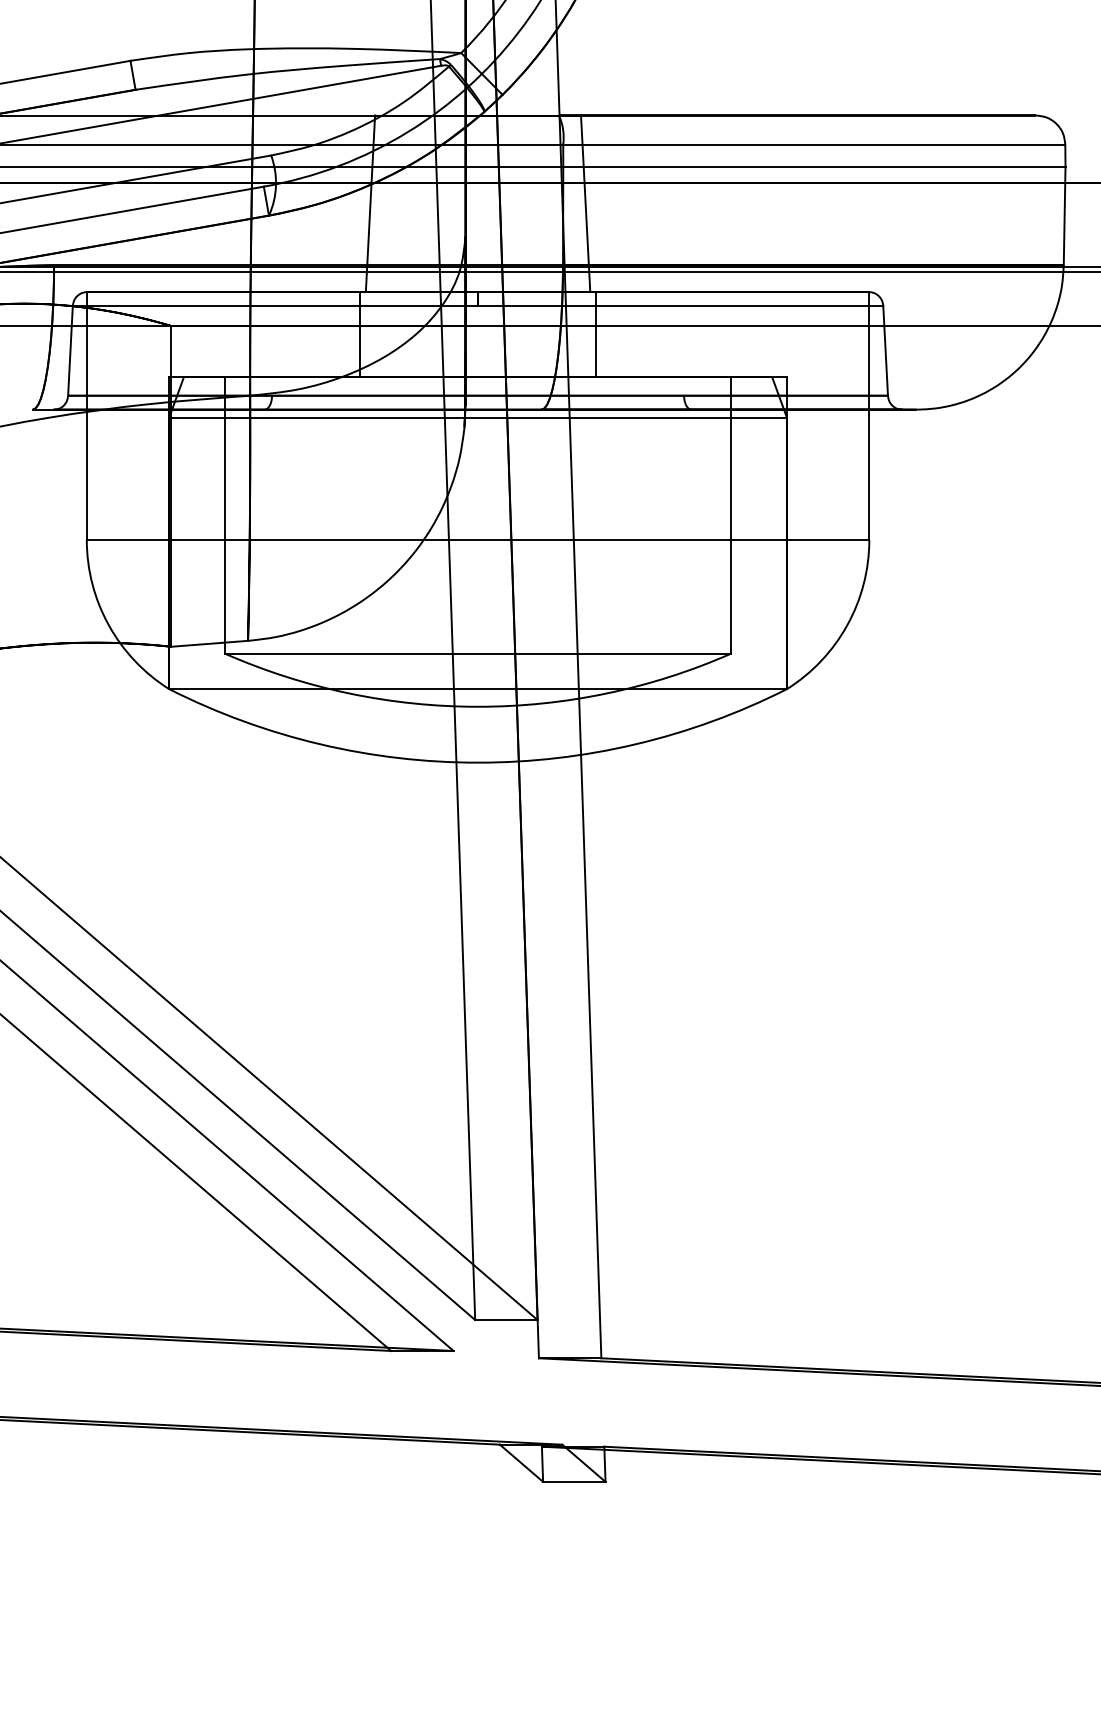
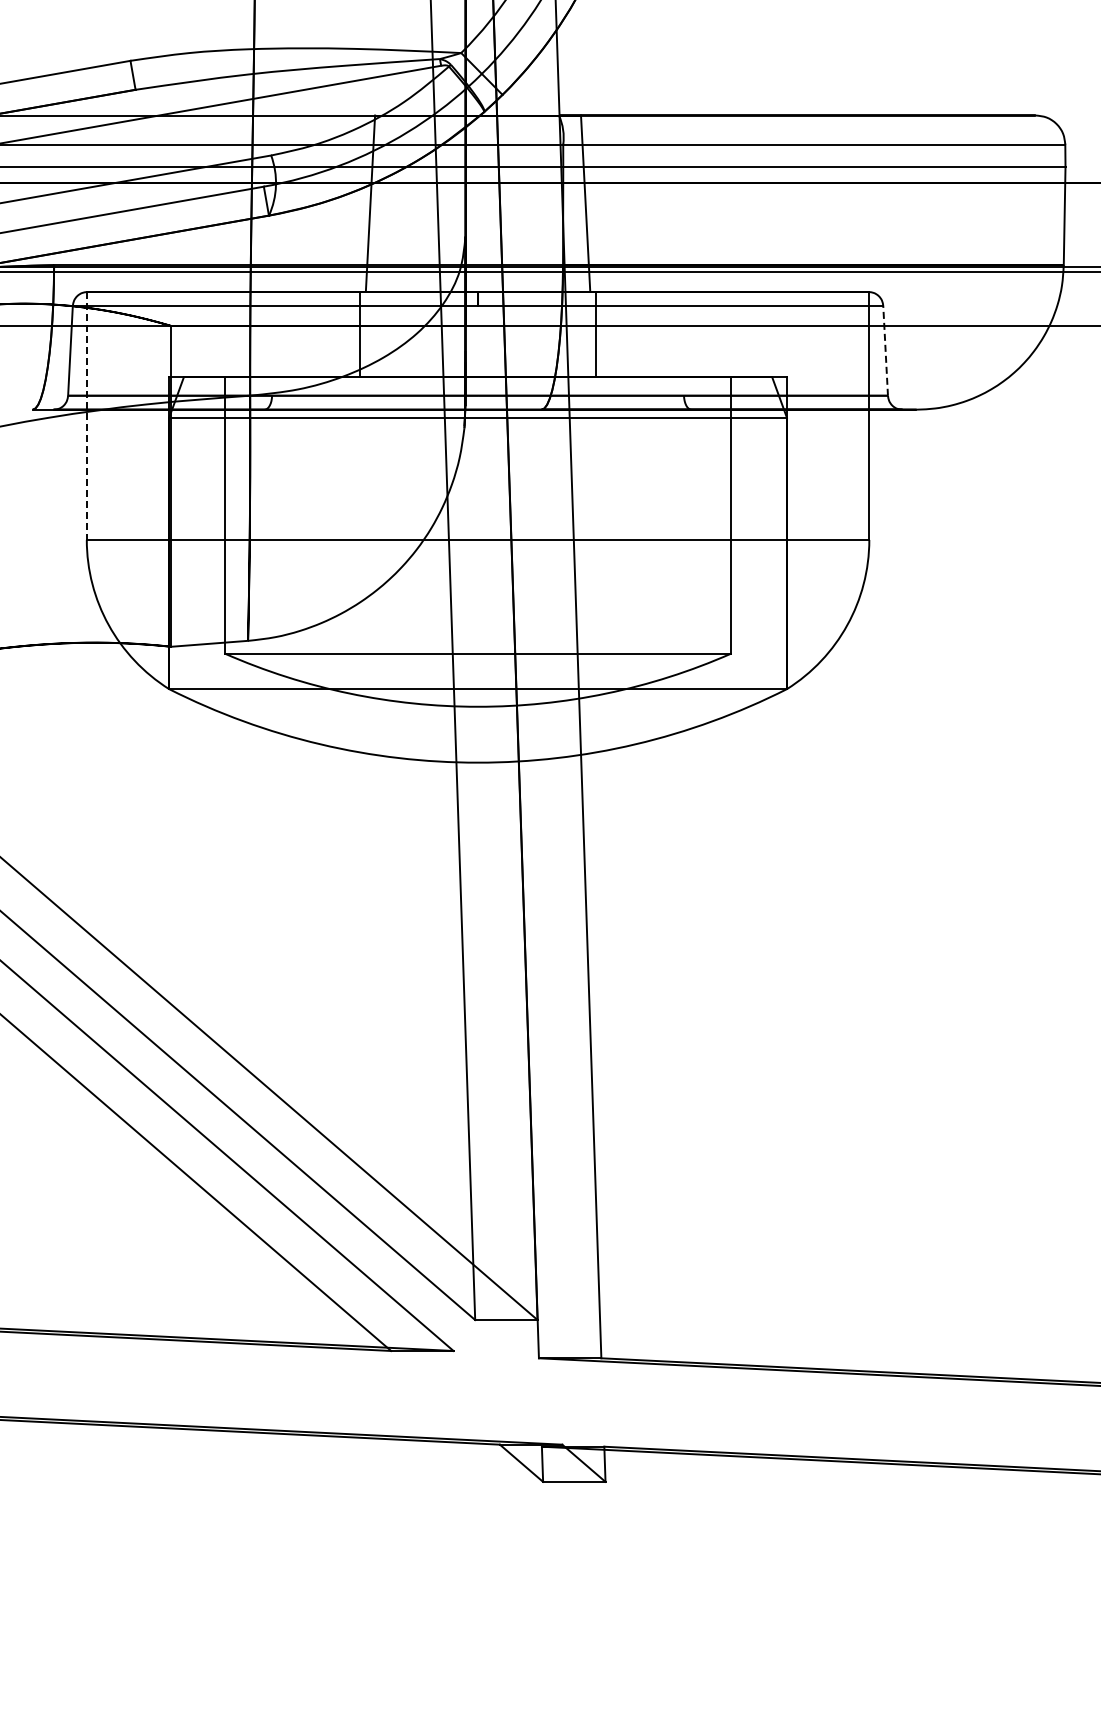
line at (885, 350): solid -> dashed
line at (86, 415): solid -> dashed
